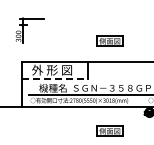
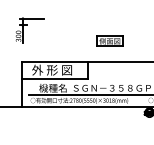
line at (55, 79): dashed -> solid
part at (109, 130): present -> none
